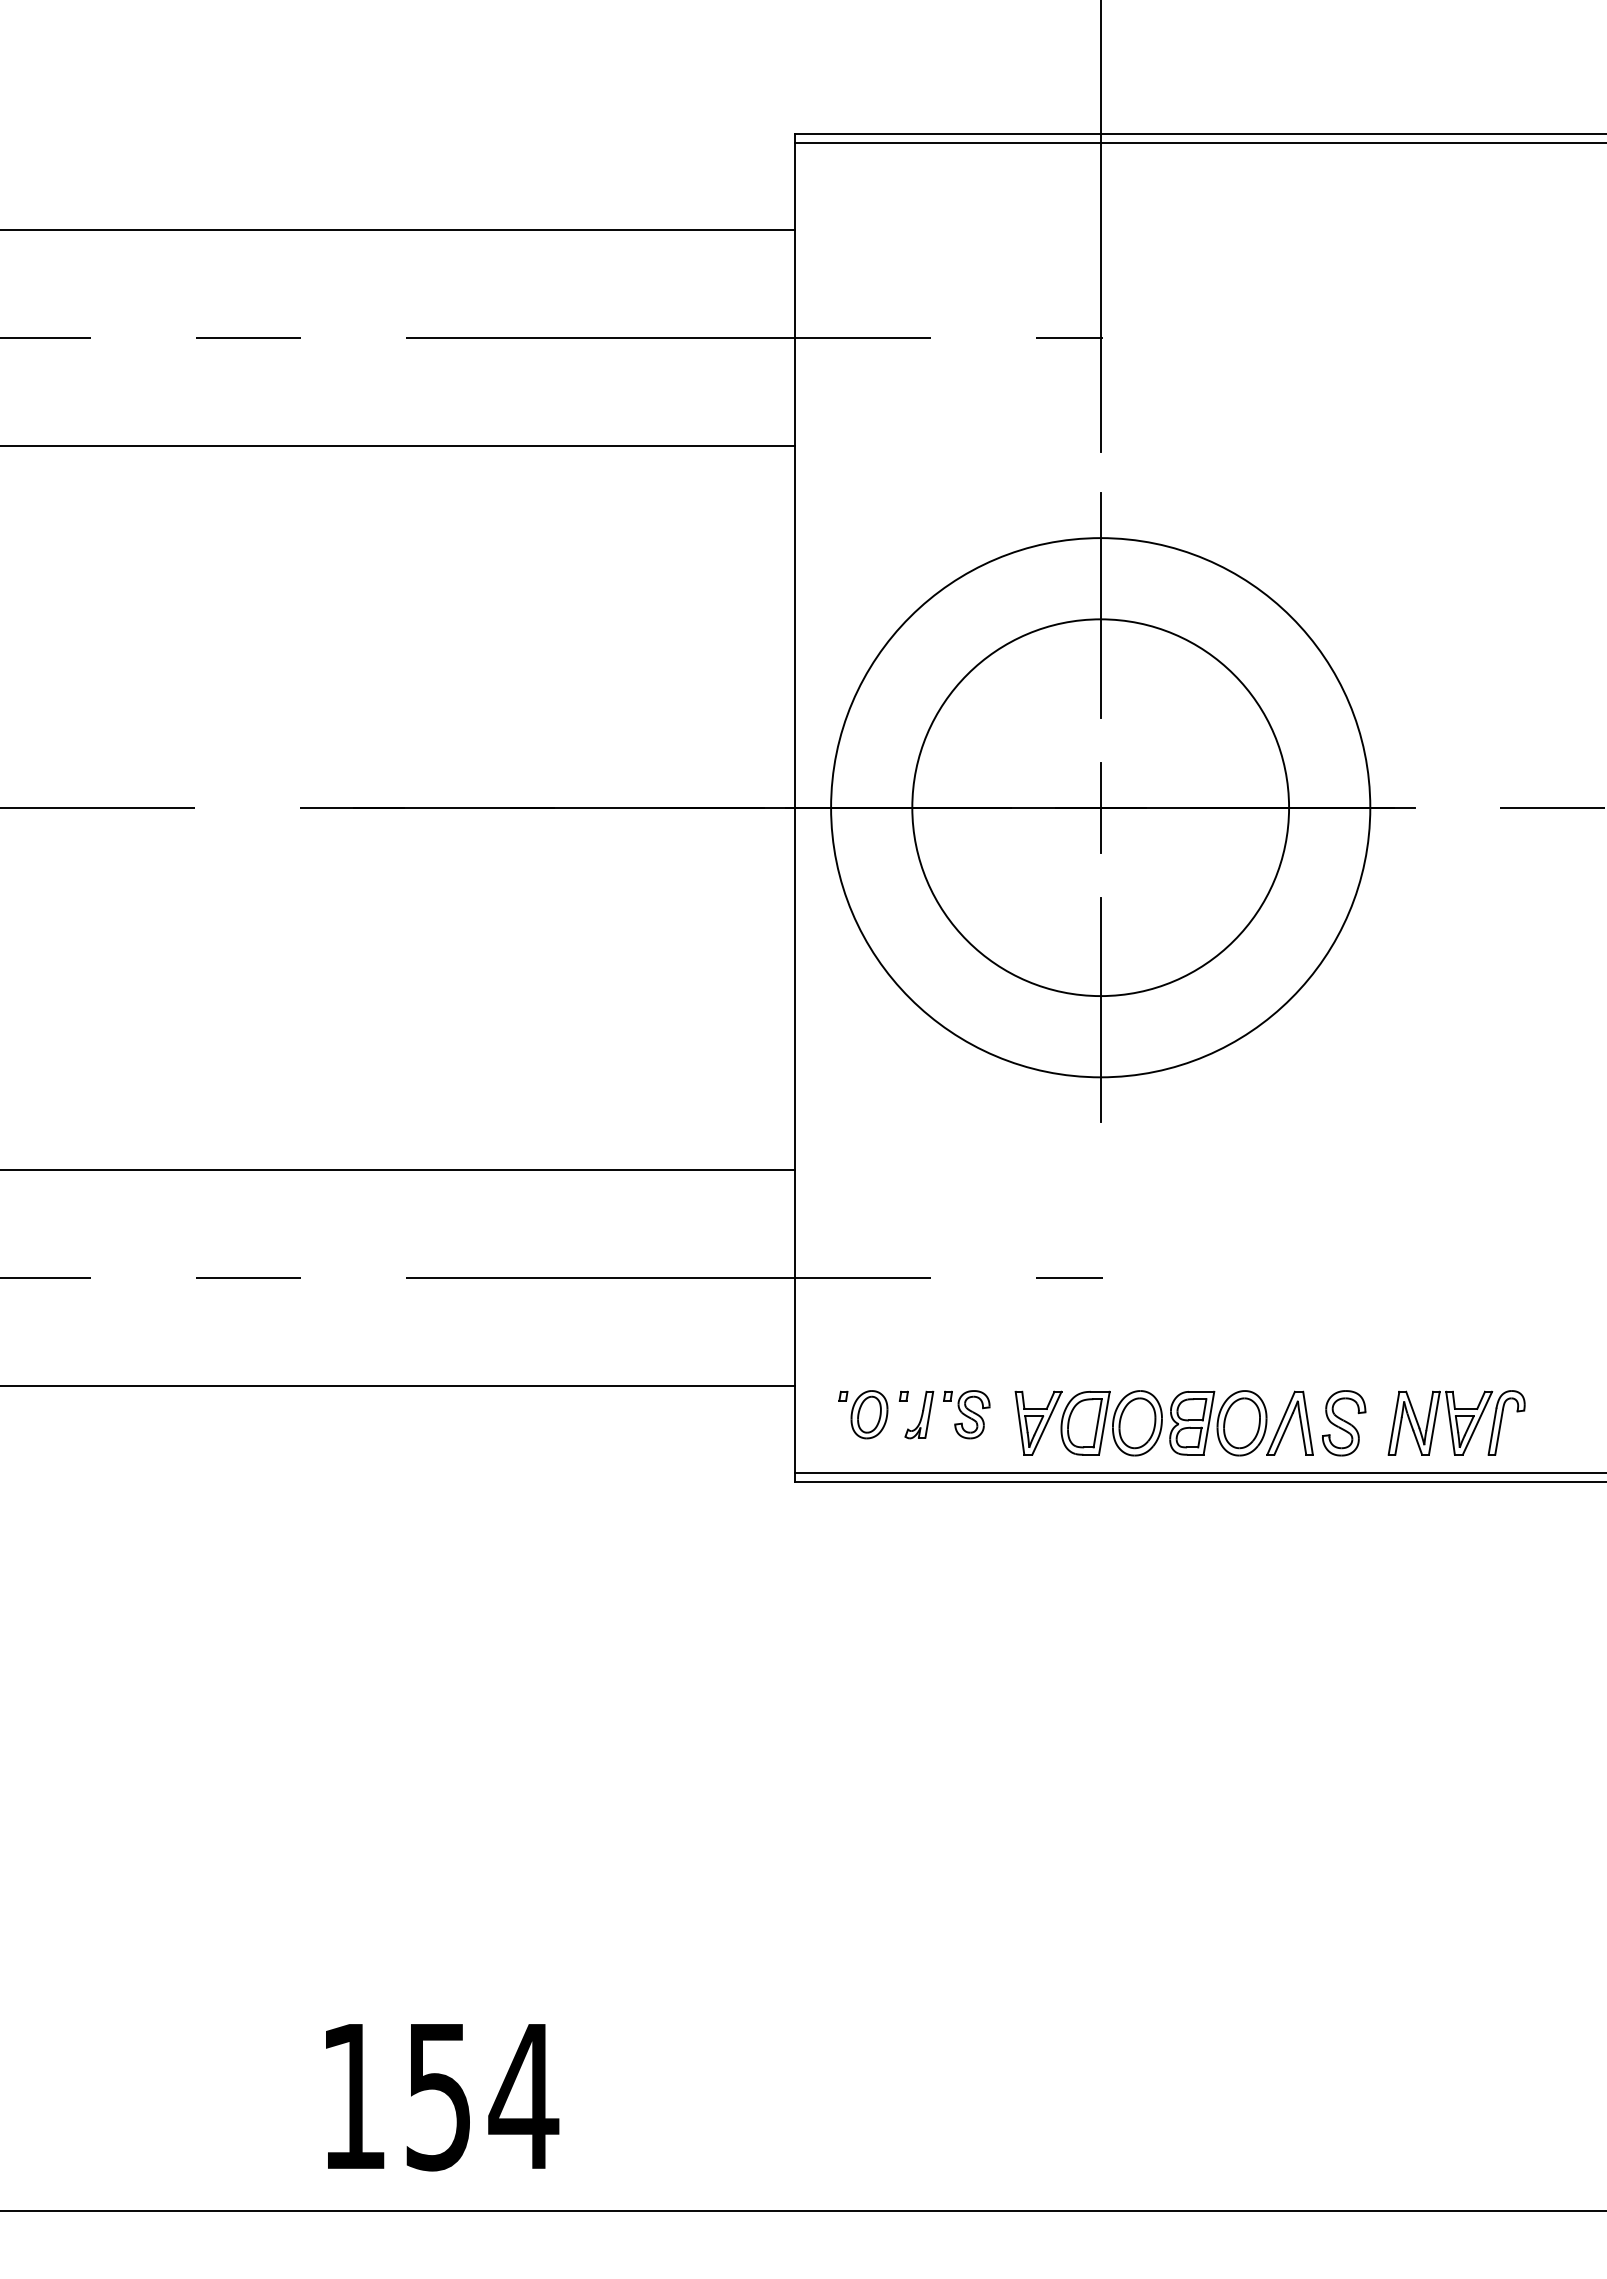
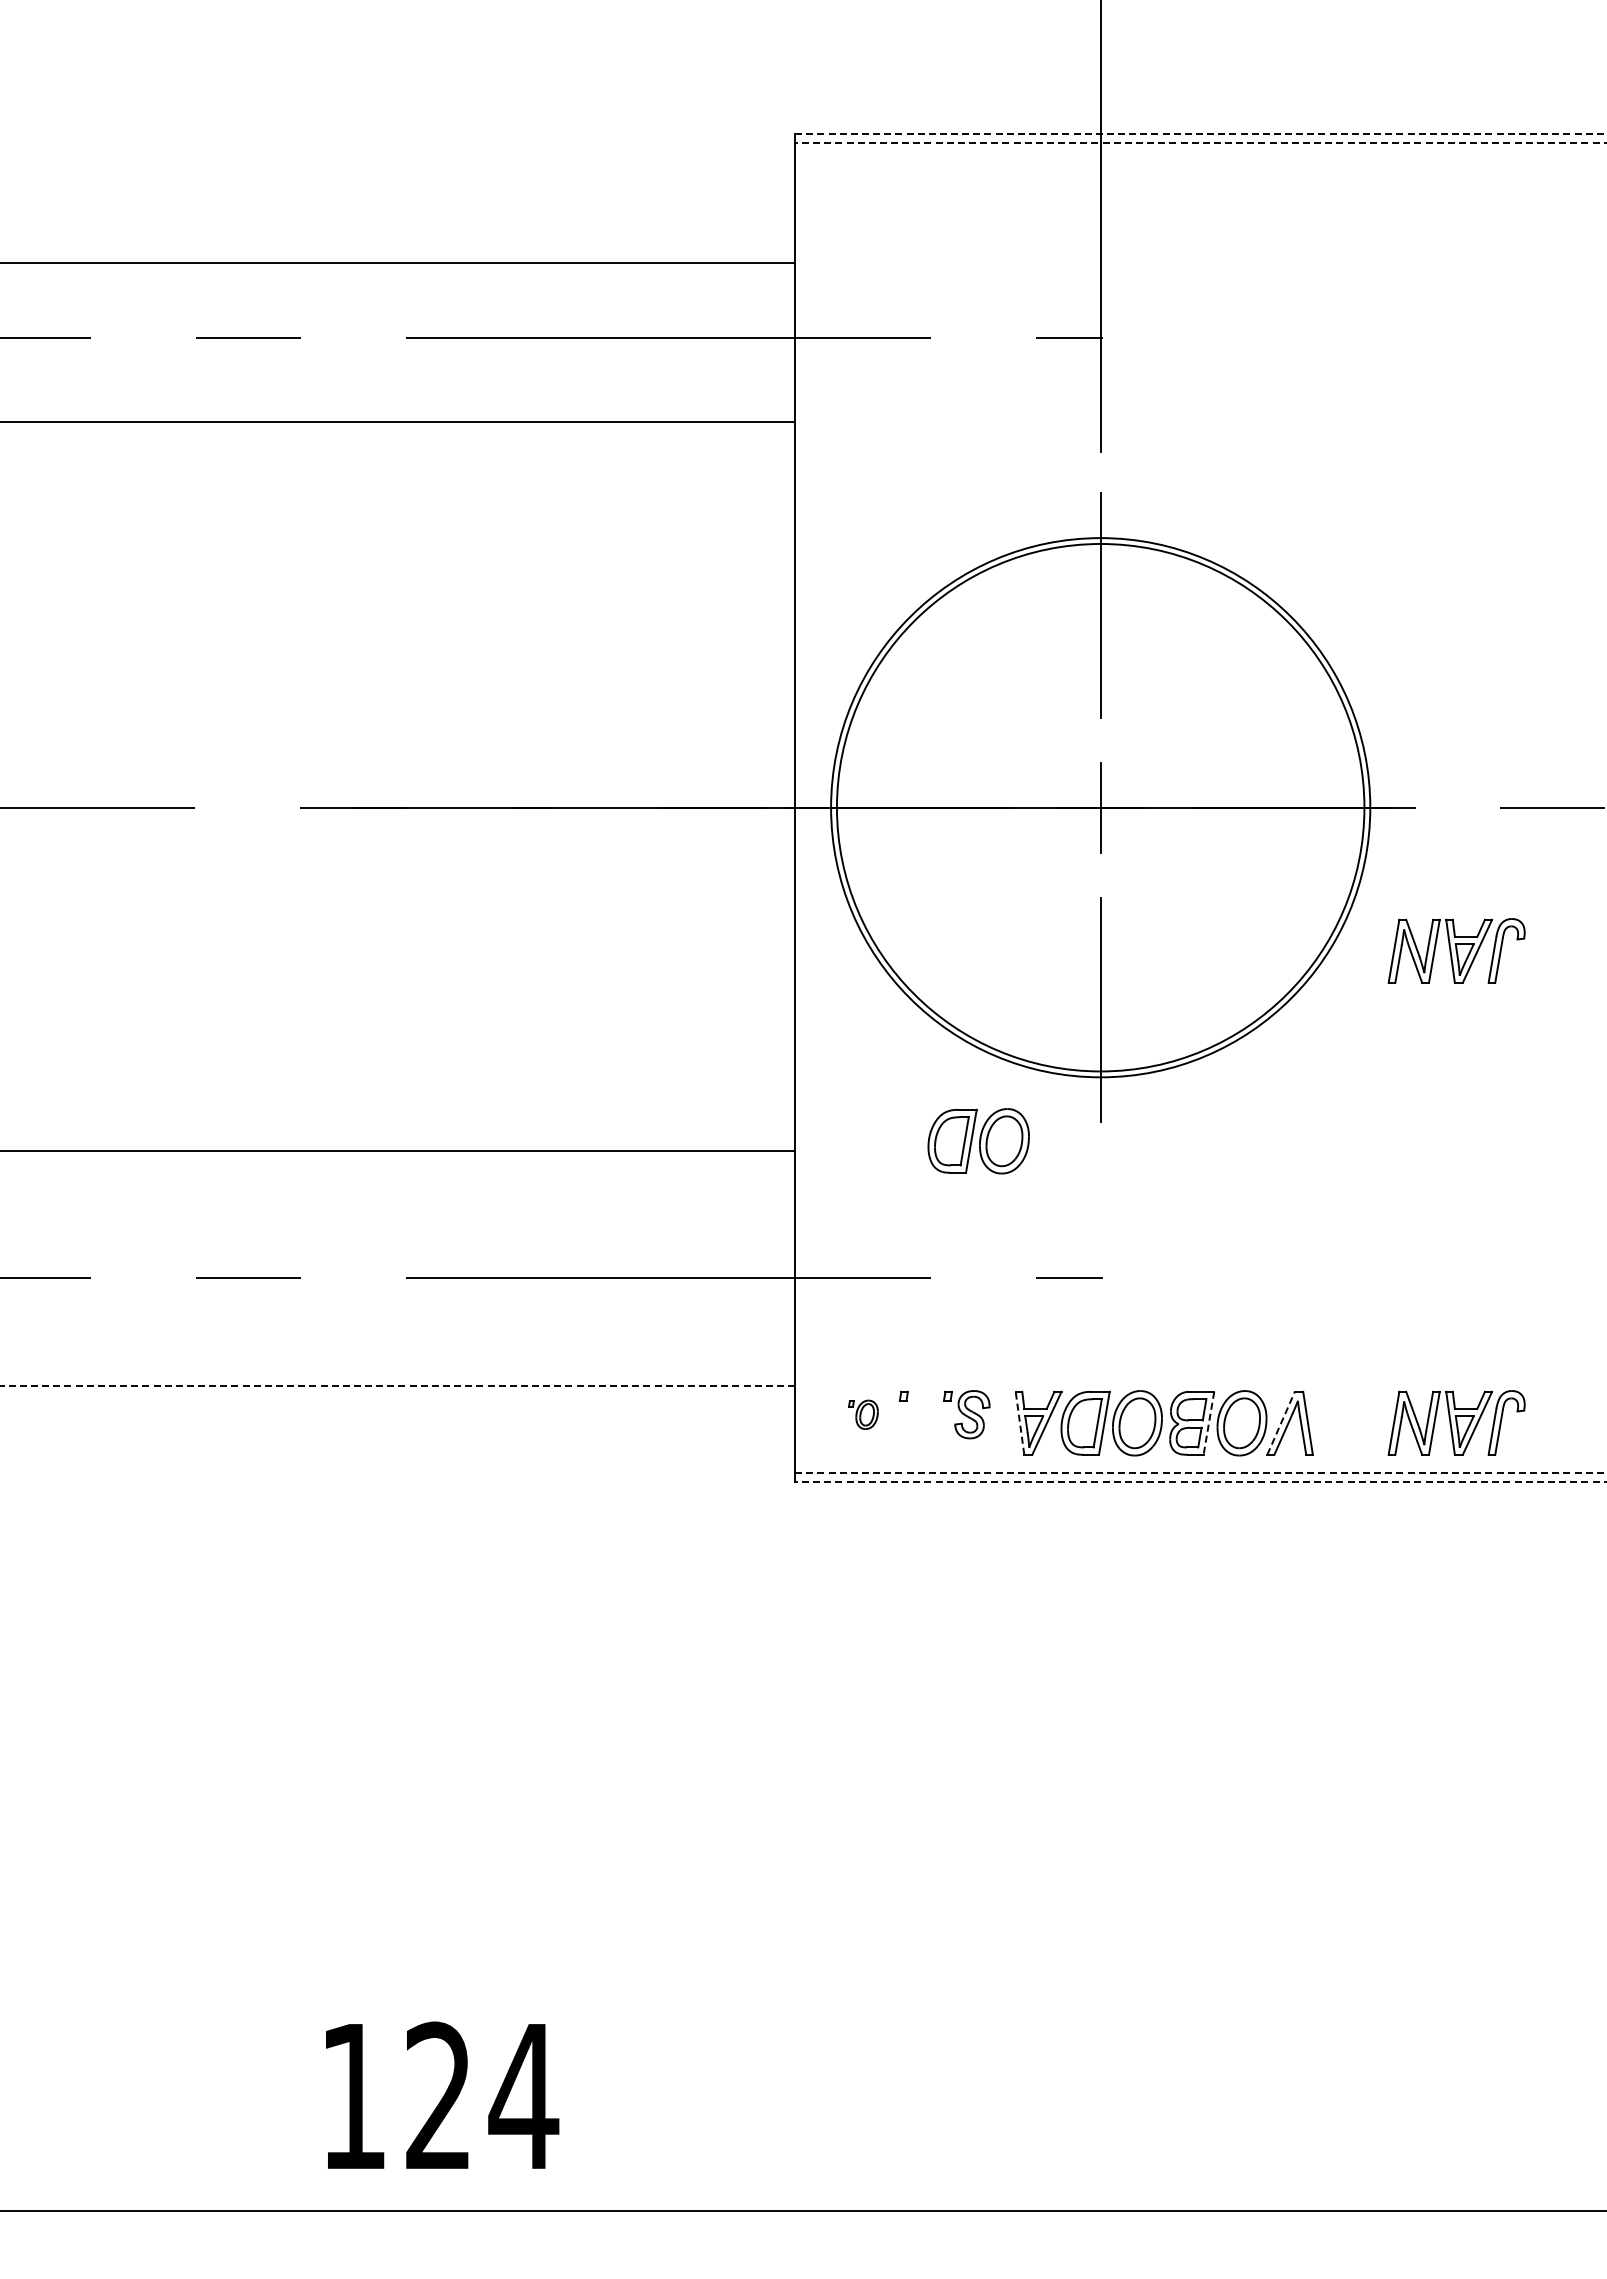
line at (1200, 133): solid -> dashed
line at (1200, 142): solid -> dashed
line at (398, 229) position: (398, 229) -> (398, 262)
line at (398, 445) position: (398, 445) -> (398, 421)
circle at (1100, 807) diameter: 377 px -> 527 px
part at (1456, 950): none -> present
part at (978, 1141): none -> present
line at (398, 1169) position: (398, 1169) -> (398, 1150)
line at (398, 1385): solid -> dashed
part at (863, 1414) size: 51x50 px -> 31x31 px
part at (919, 1414): present -> none
line at (1281, 1422): solid -> dashed
line at (1020, 1423): solid -> dashed
line at (1208, 1423): solid -> dashed
part at (1344, 1423): present -> none
line at (1200, 1472): solid -> dashed
line at (1200, 1481): solid -> dashed
text at (437, 2096): 154 -> 124
